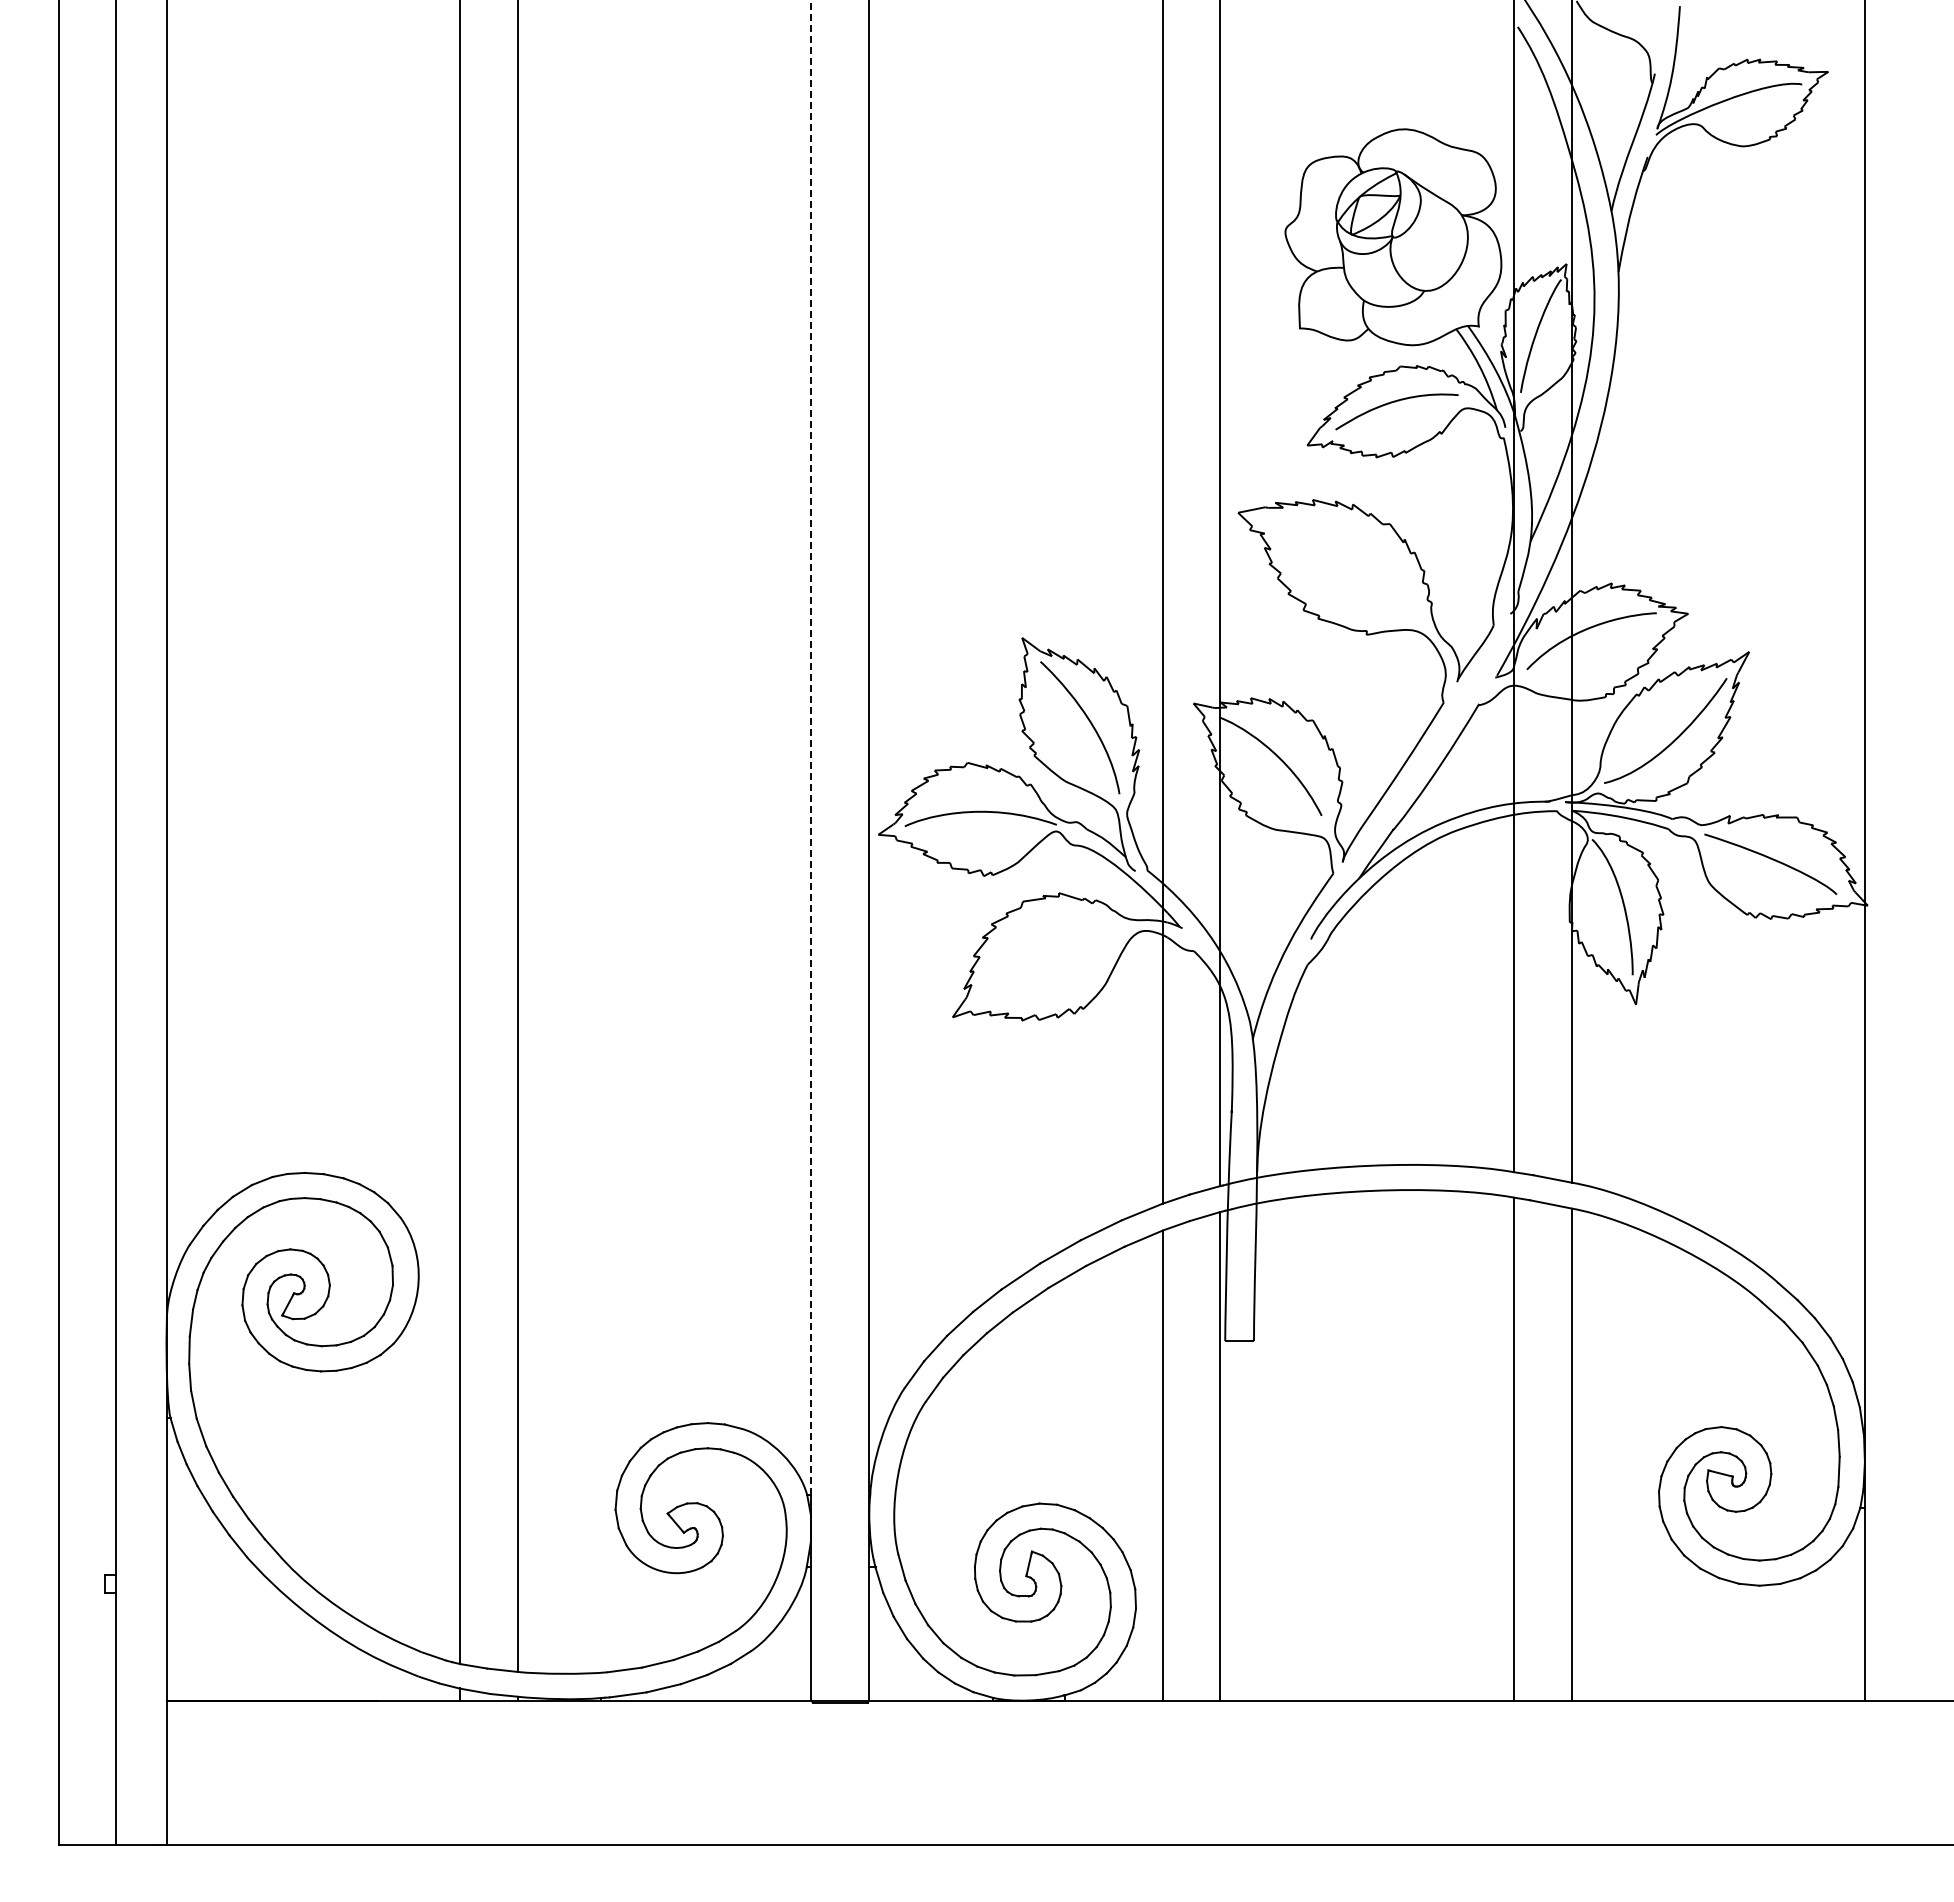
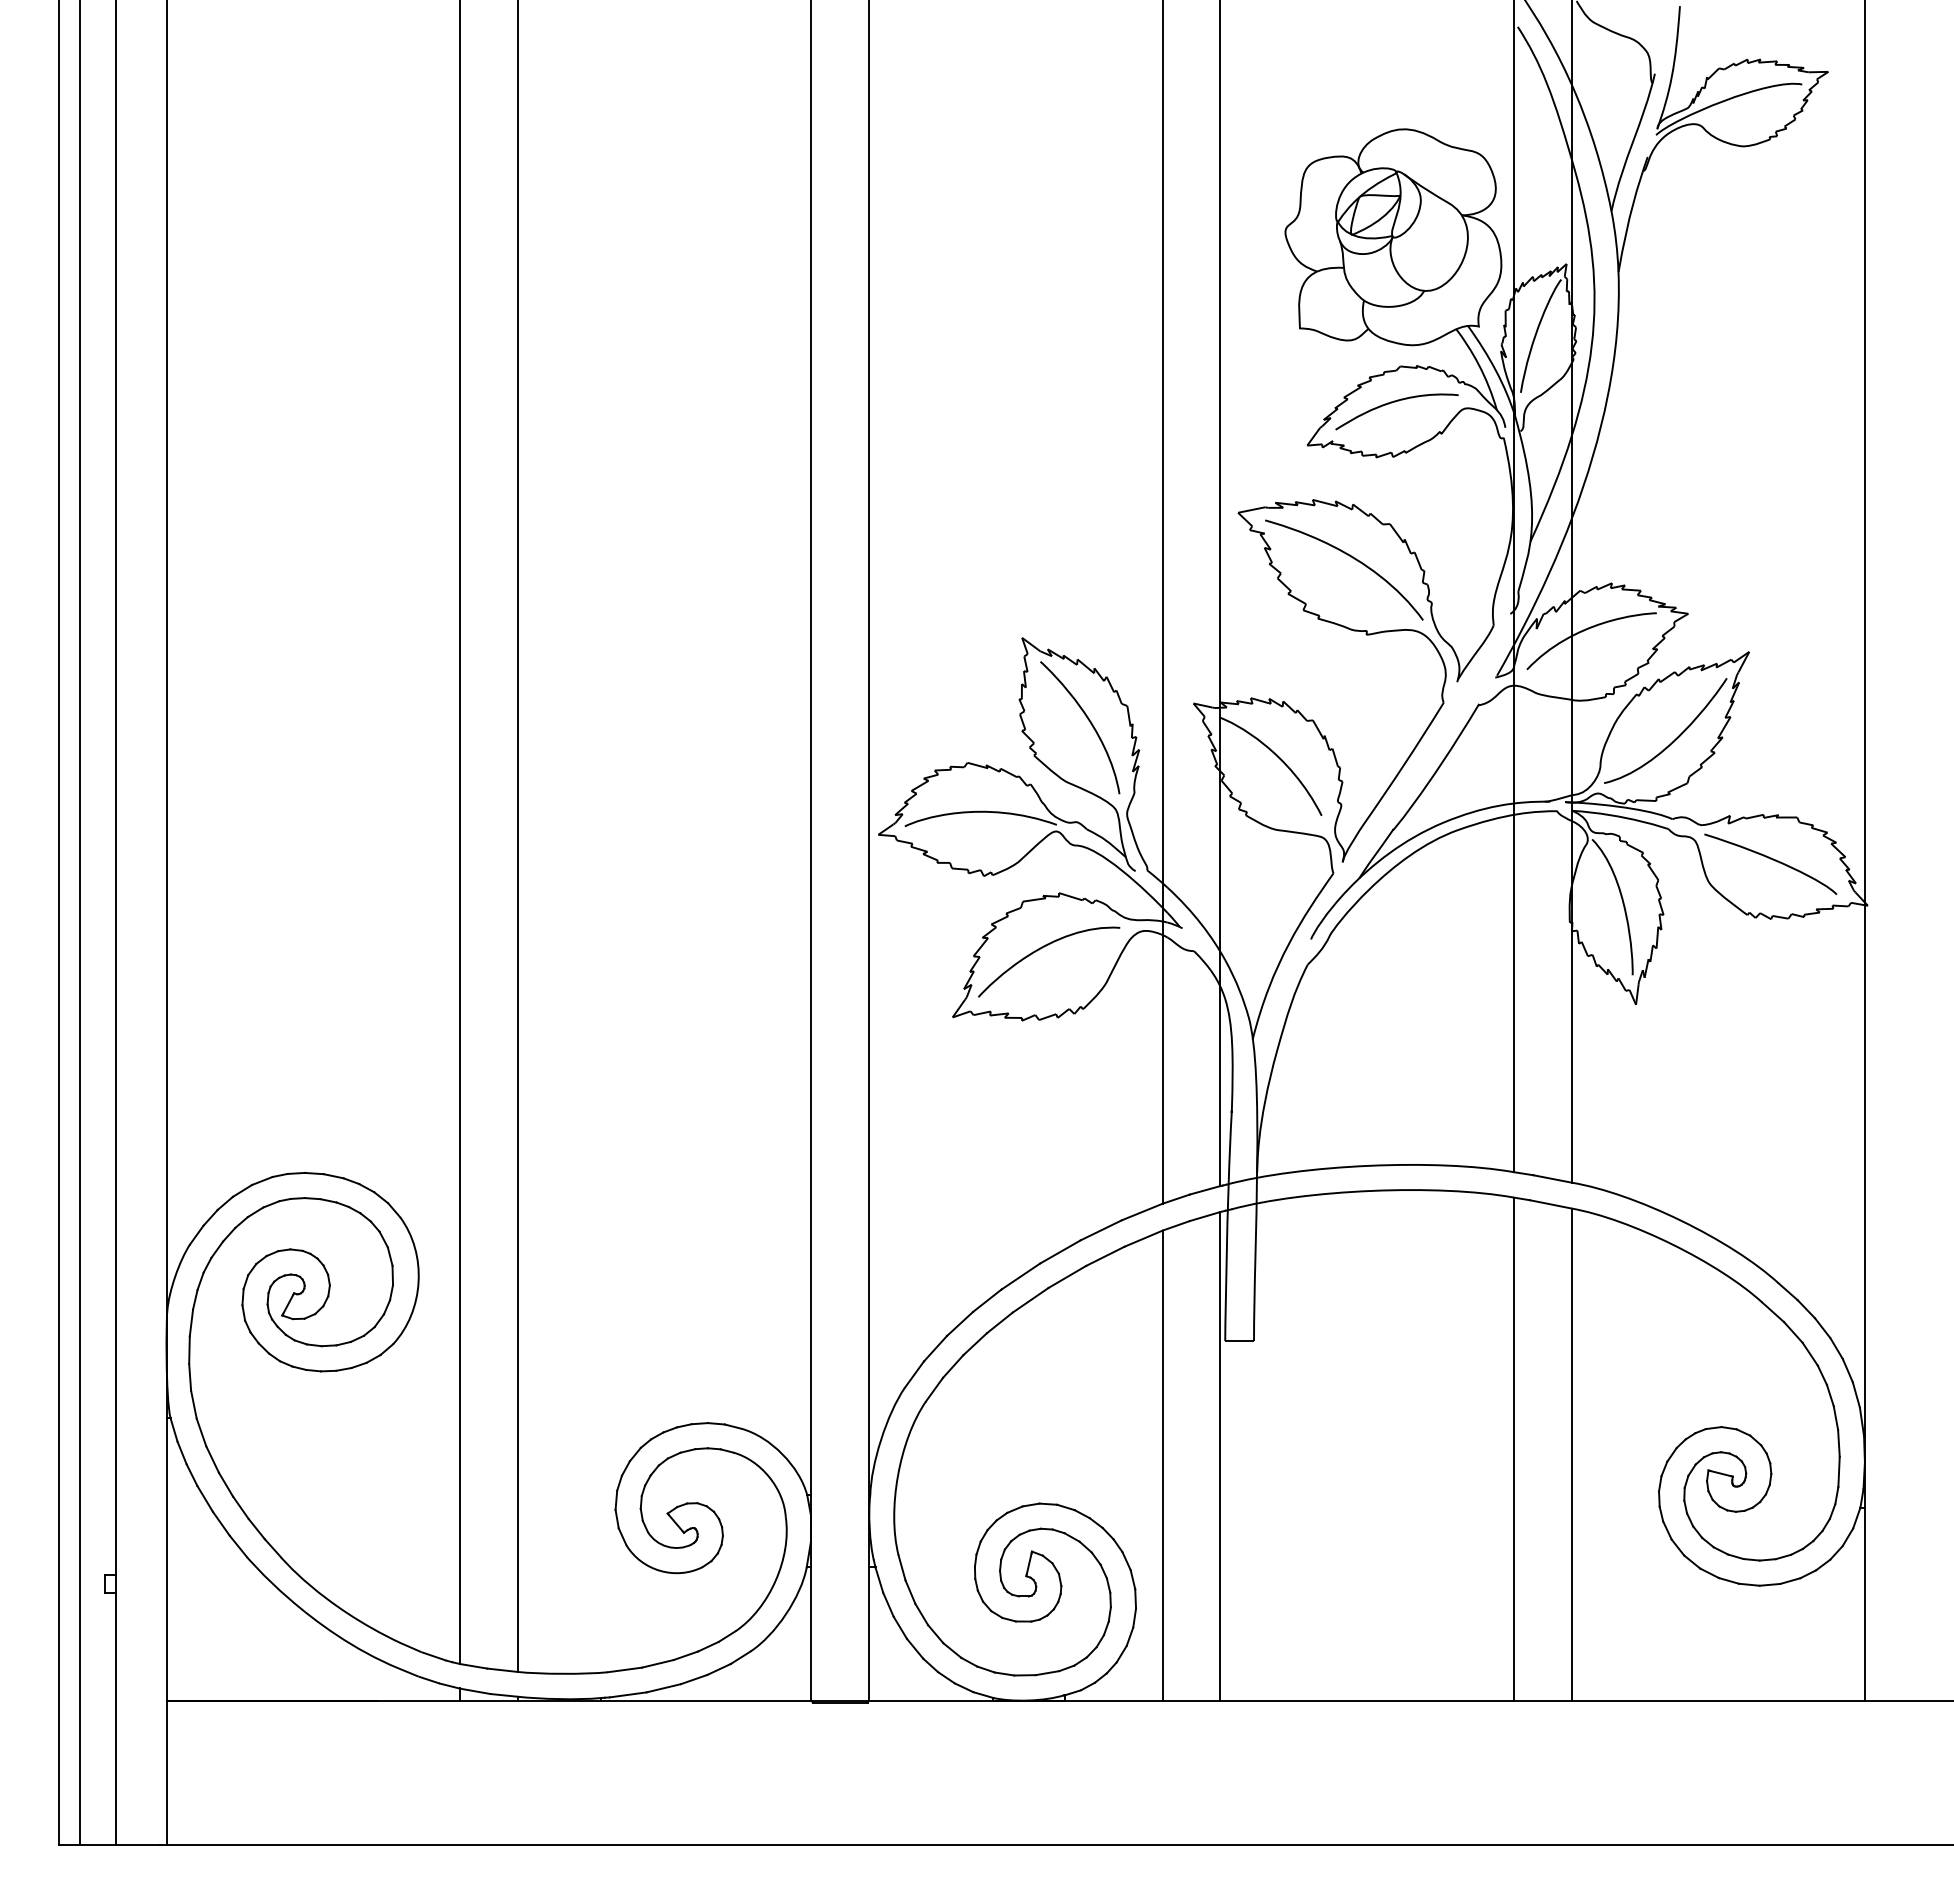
curve at (1350, 557): none -> present
line at (811, 747): dashed -> solid
line at (80, 923): none -> present
curve at (1042, 948): none -> present
